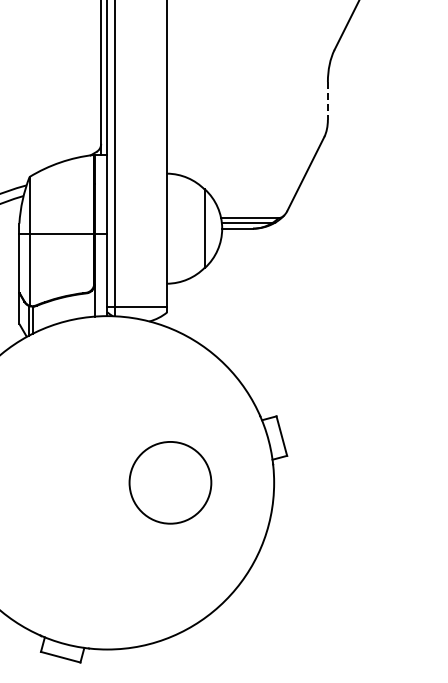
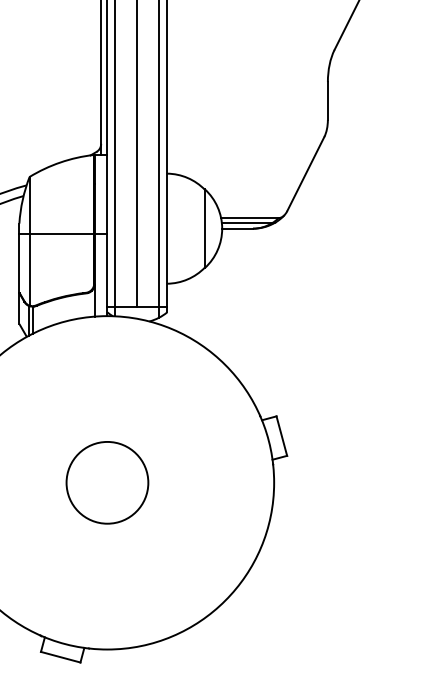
line at (327, 101): dashed -> solid
line at (137, 154): none -> present
line at (159, 159): none -> present
circle at (170, 482) position: (170, 482) -> (107, 482)
